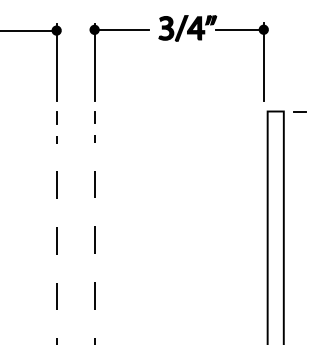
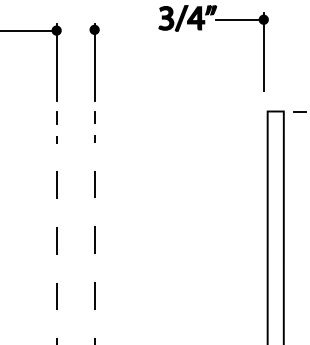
line at (121, 29): present -> none
part at (201, 40) position: (201, 40) -> (201, 30)
